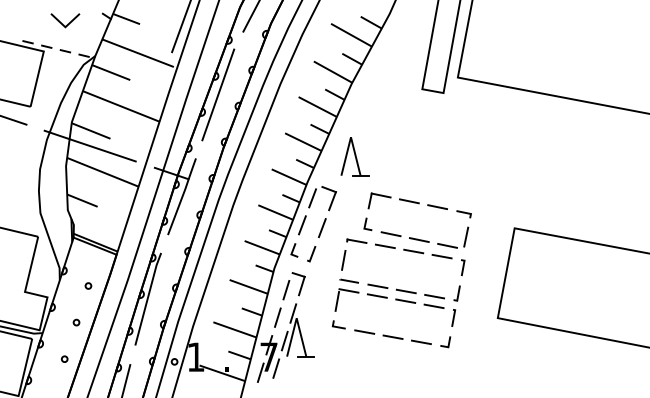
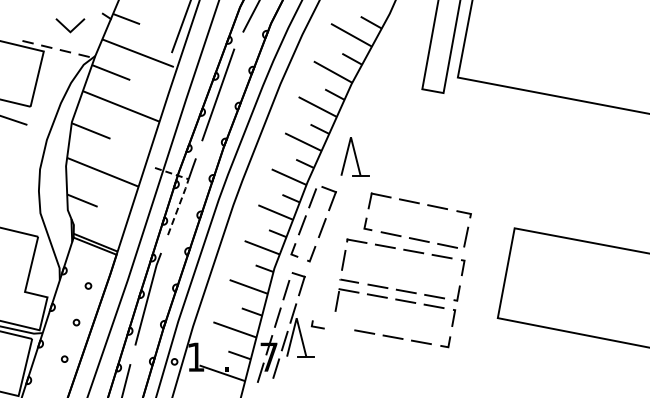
line at (67, 23) position: (67, 23) -> (72, 28)
line at (89, 145): present -> none
line at (185, 188): solid -> dashed
line at (338, 326) position: (338, 326) -> (317, 326)
